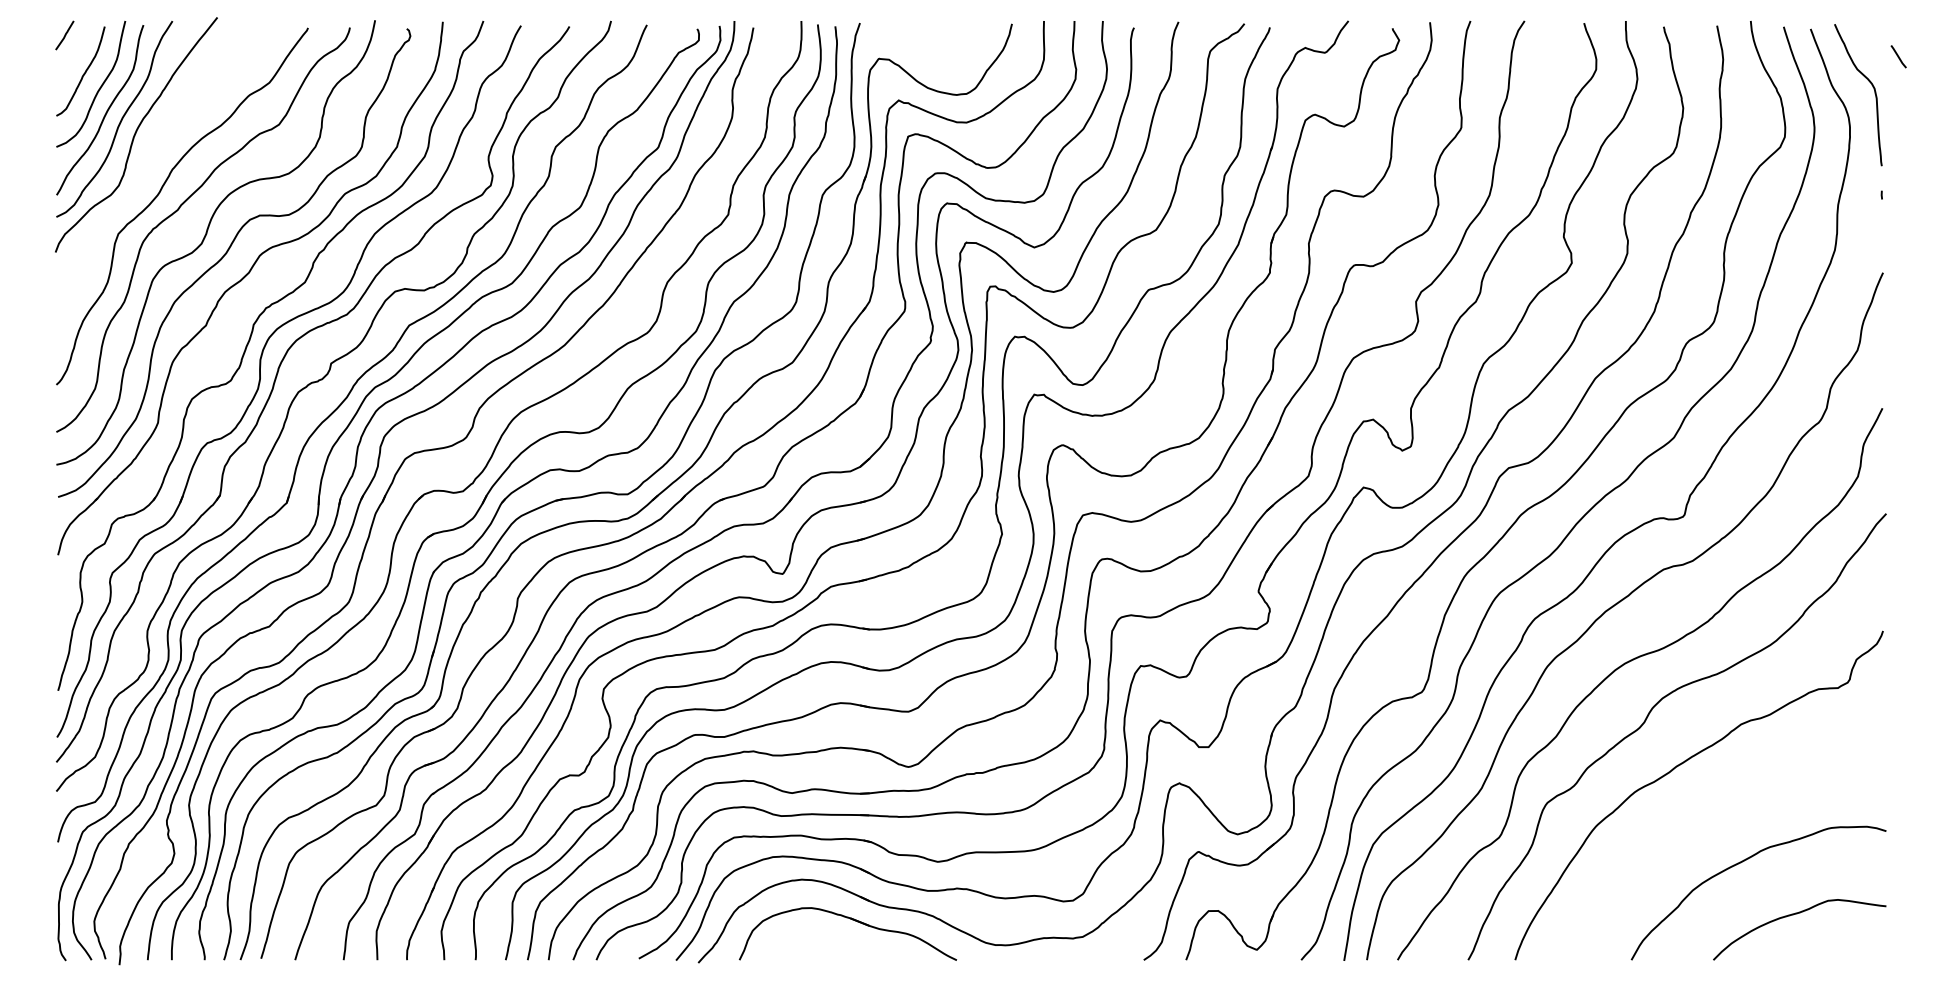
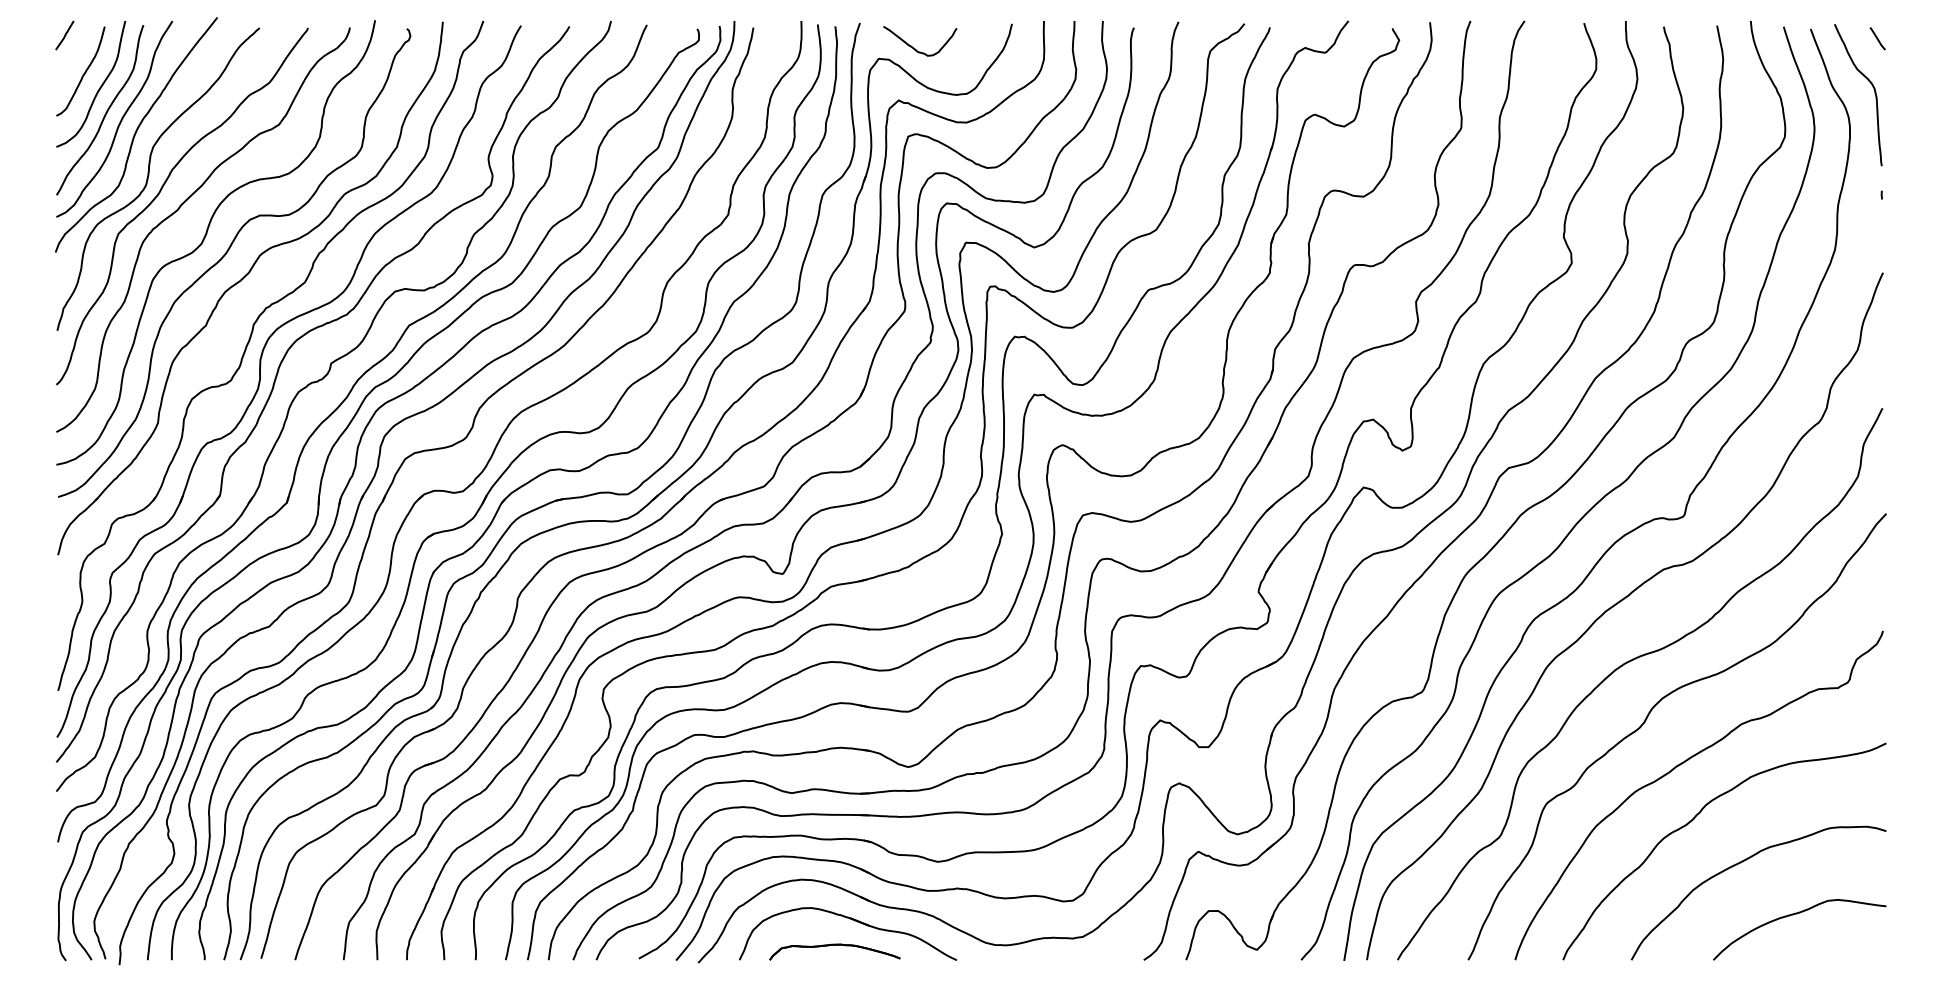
curve at (914, 47): none -> present
line at (1898, 56) position: (1898, 56) -> (1877, 38)
curve at (149, 175): none -> present
curve at (1693, 820): none -> present
part at (834, 951): none -> present
